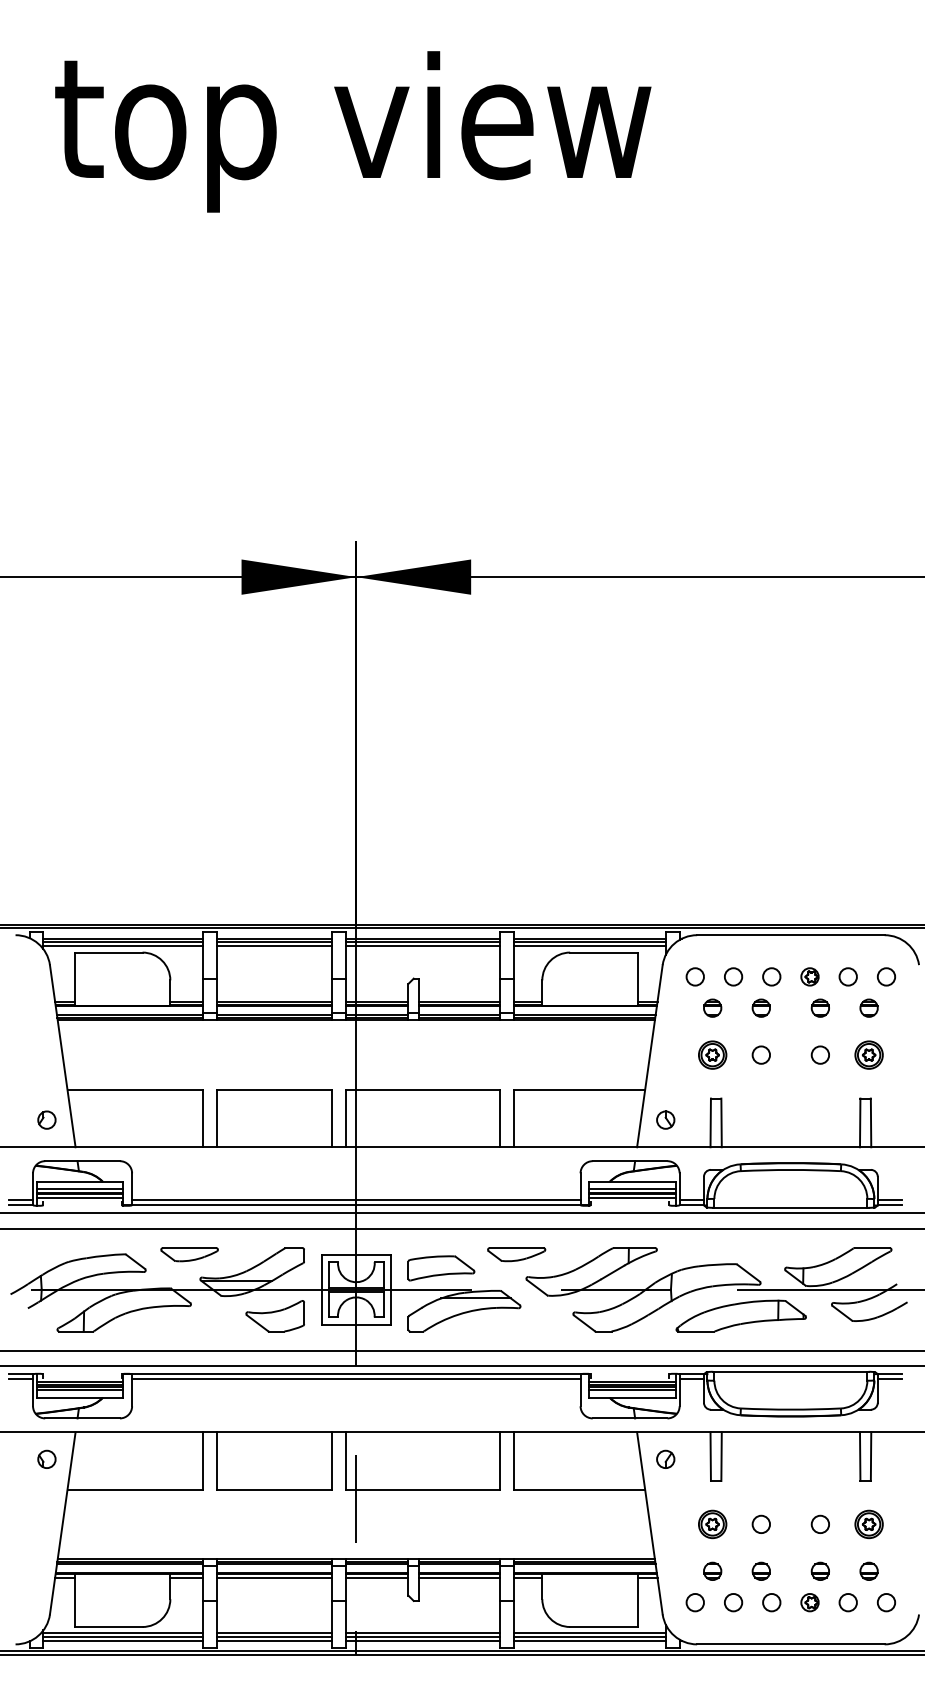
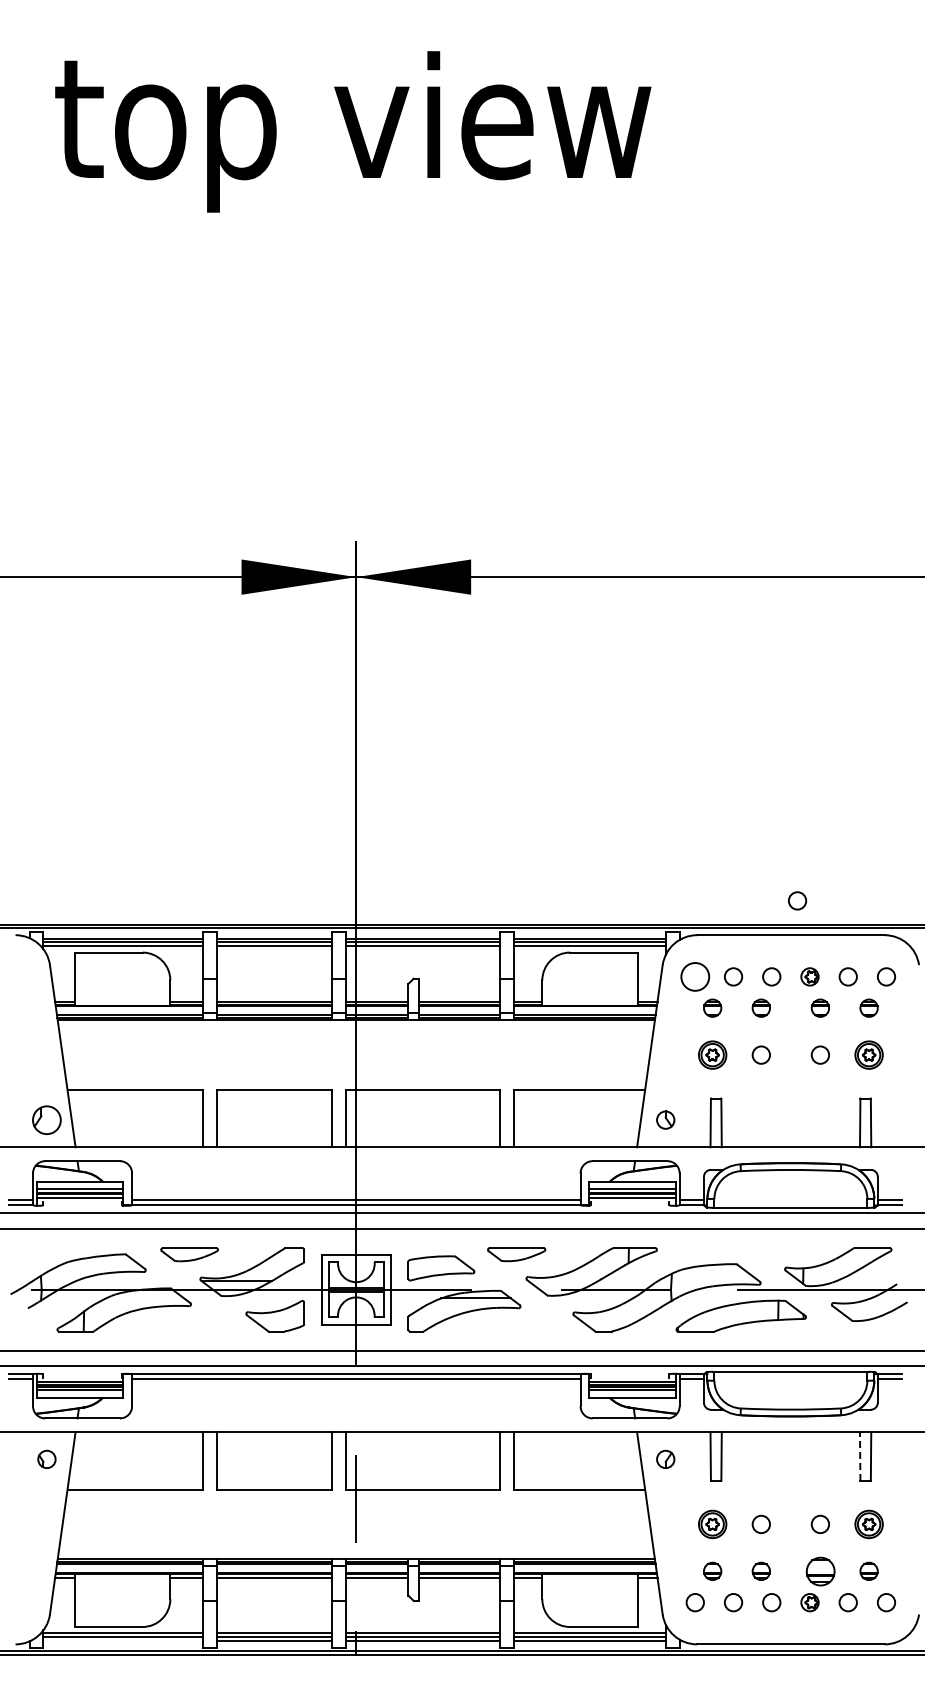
circle at (797, 900): none -> present
circle at (694, 976) diameter: 17 px -> 28 px
part at (46, 1119) size: 20x20 px -> 30x30 px
line at (860, 1456): solid -> dashed
part at (819, 1570) size: 20x20 px -> 31x31 px
line at (123, 1640): present -> none
